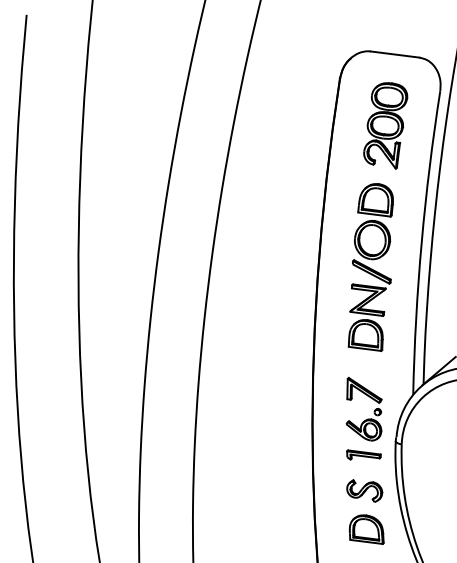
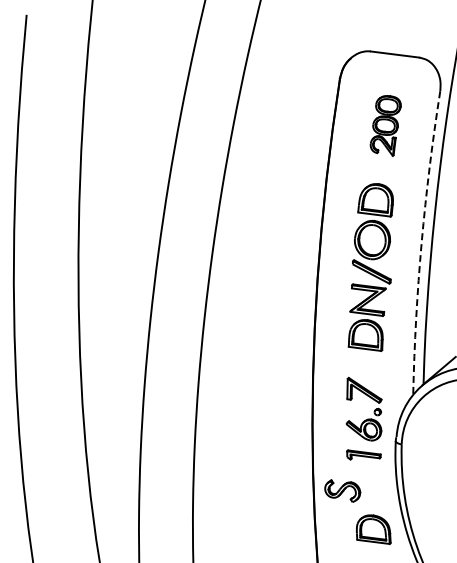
part at (385, 125) size: 46x88 px -> 33x62 px
arc at (421, 242): solid -> dashed
part at (364, 490) position: (364, 490) -> (342, 490)
part at (366, 529) position: (366, 529) -> (373, 529)
